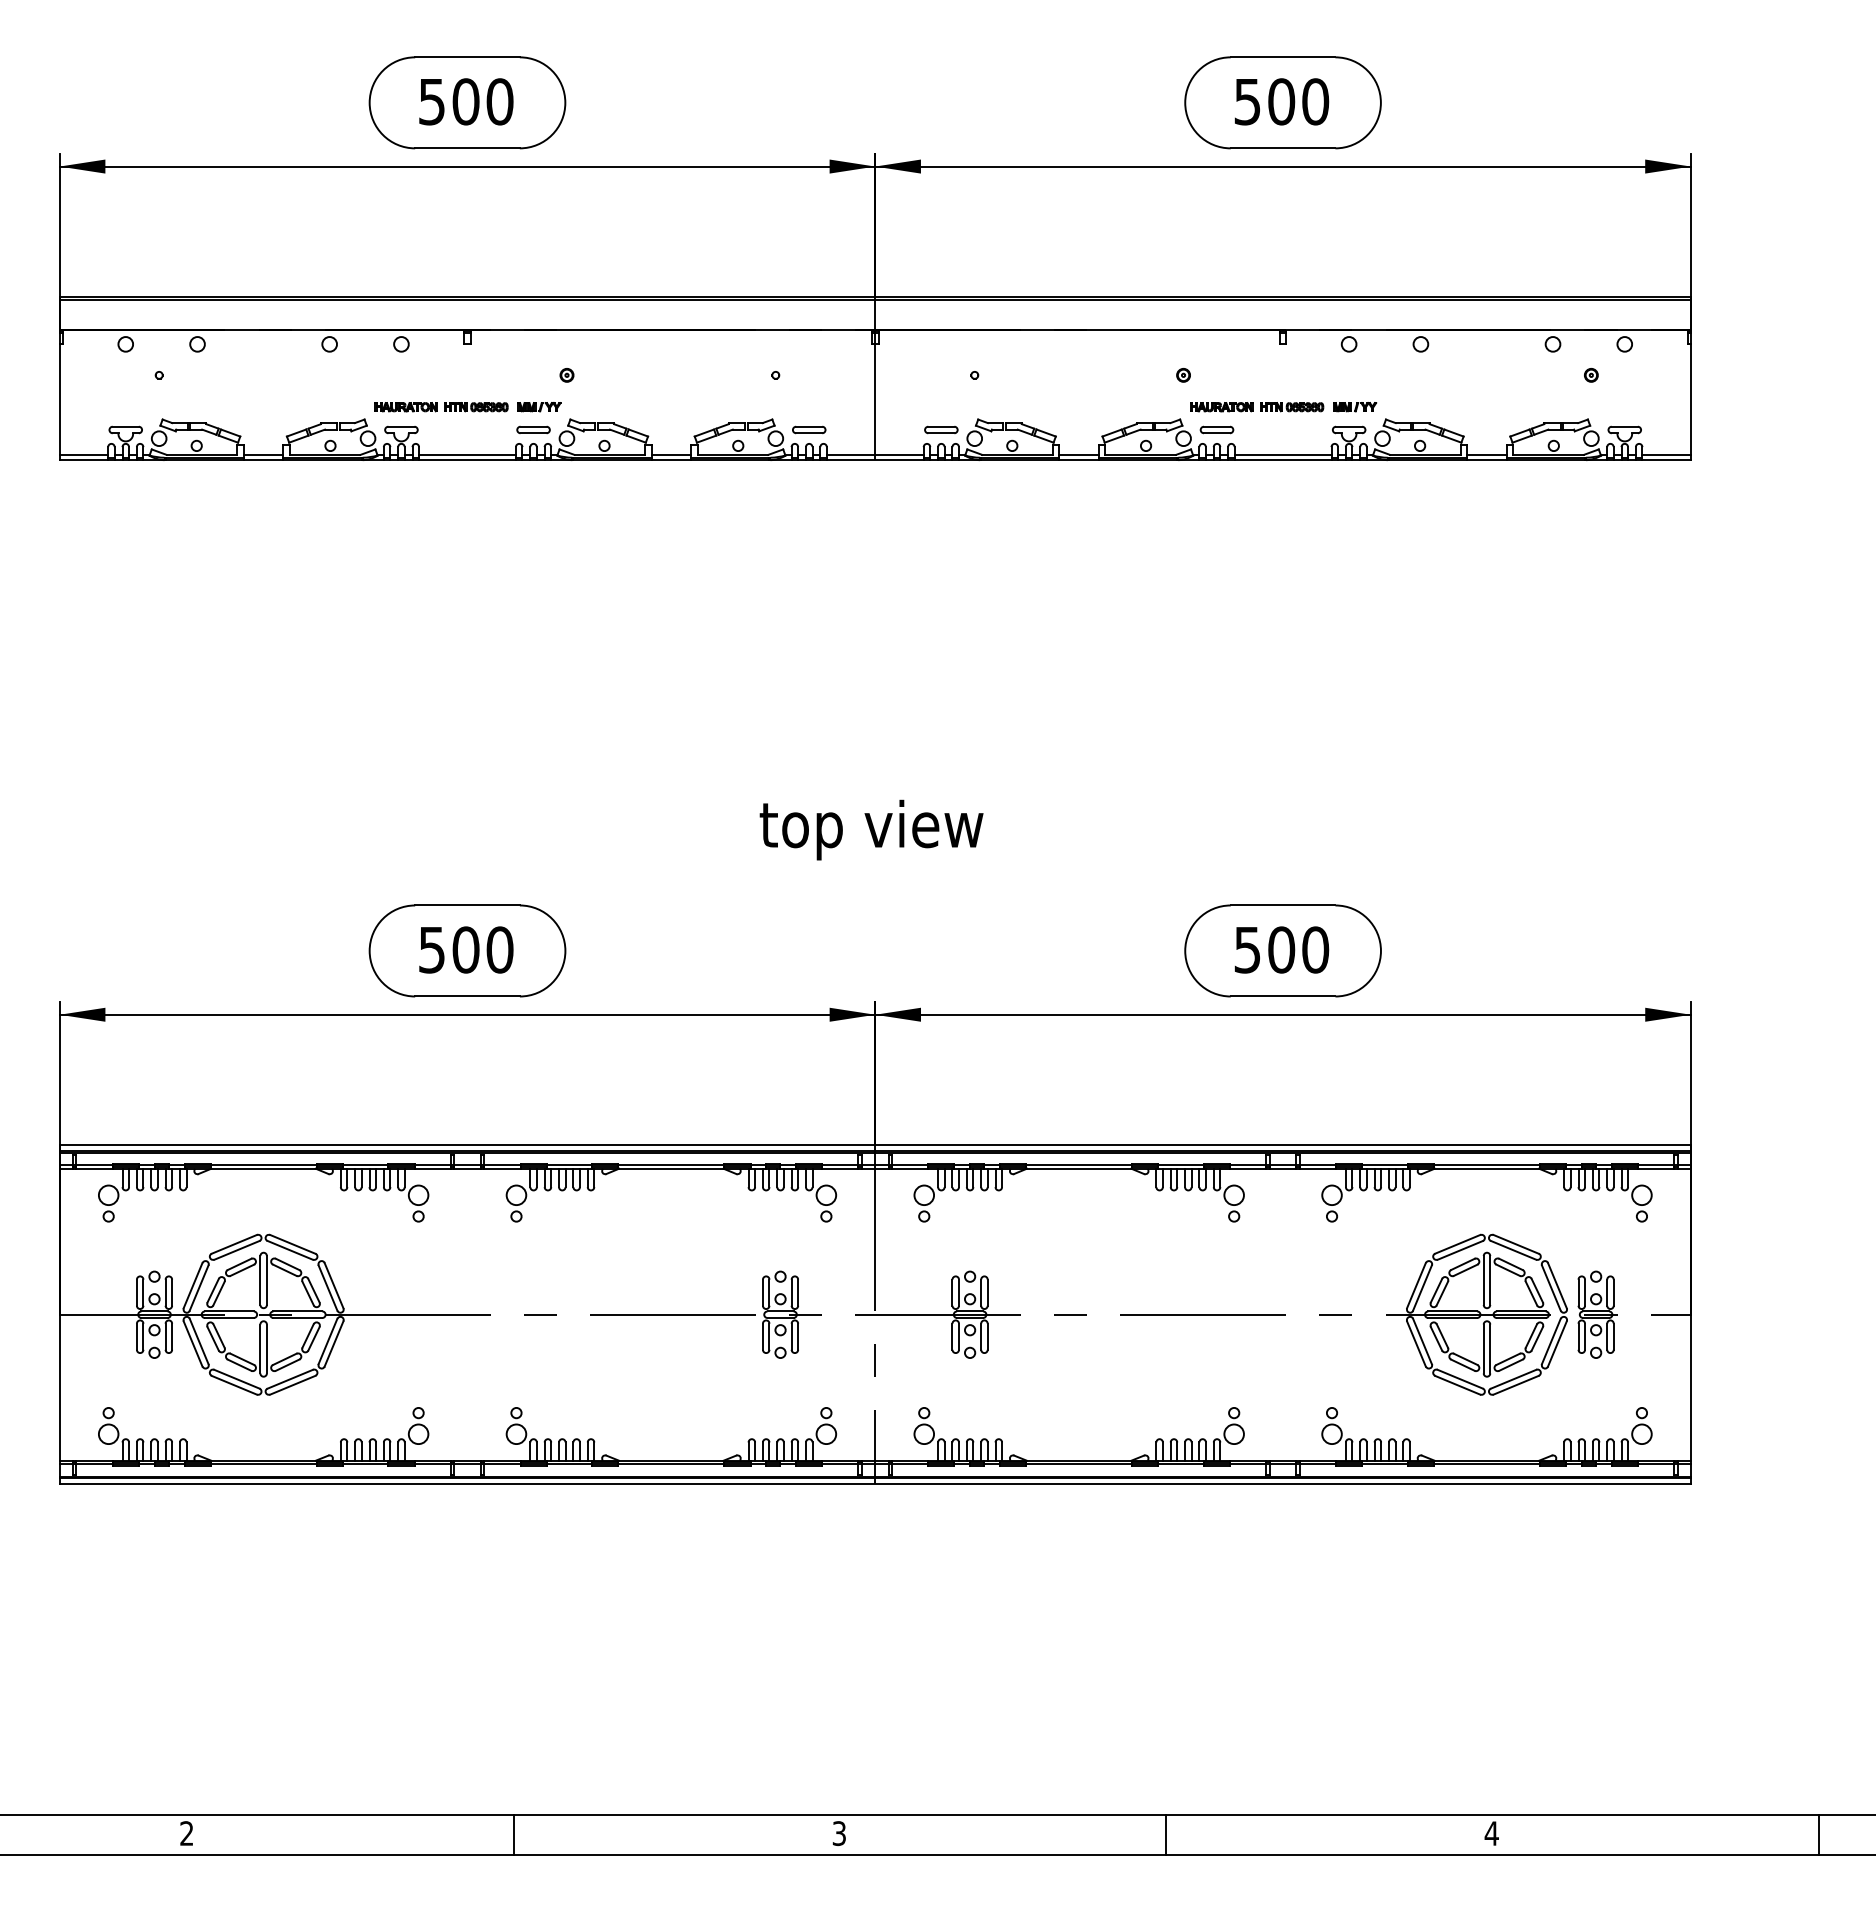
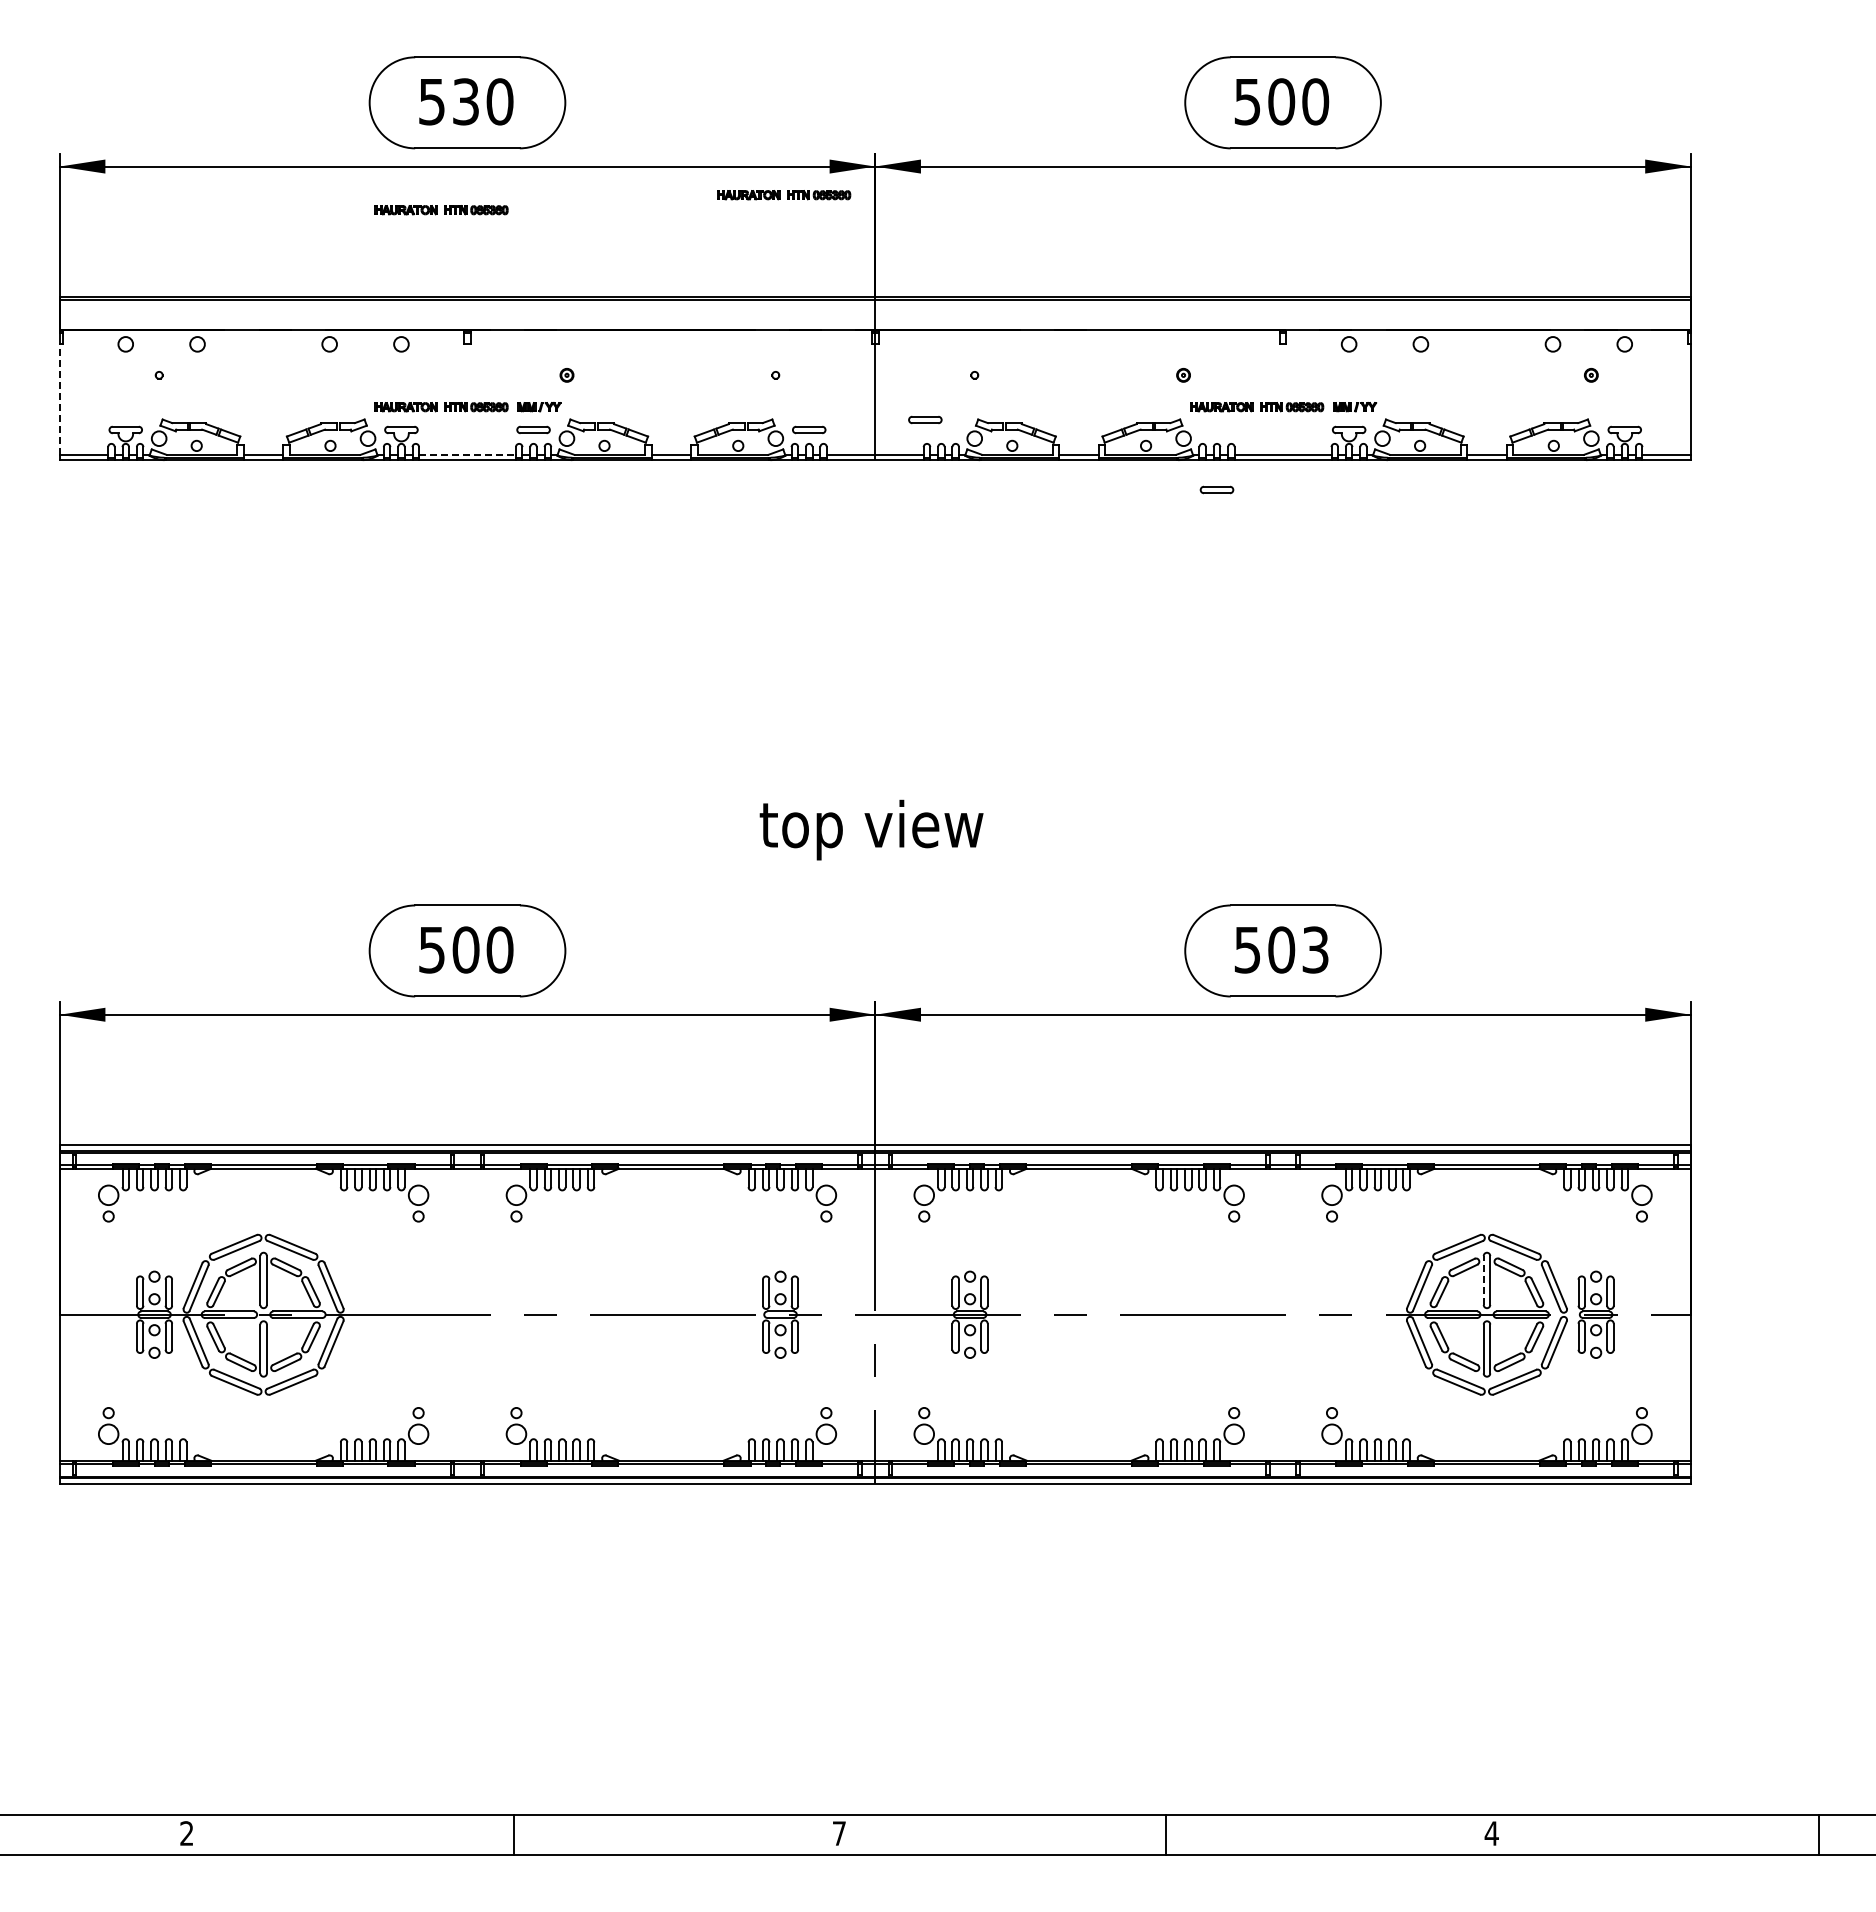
text at (465, 101): 500 -> 530
part at (784, 195): none -> present
part at (441, 210): none -> present
line at (59, 399): solid -> dashed
part at (941, 429) position: (941, 429) -> (925, 419)
part at (1216, 429) position: (1216, 429) -> (1216, 489)
line at (468, 455): solid -> dashed
text at (1315, 949): 500 -> 503
line at (1483, 1279): solid -> dashed
text at (838, 1833): 3 -> 7
